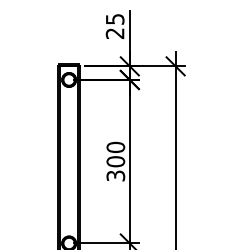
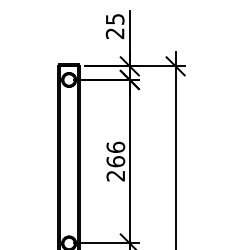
text at (115, 161): 300 -> 266
